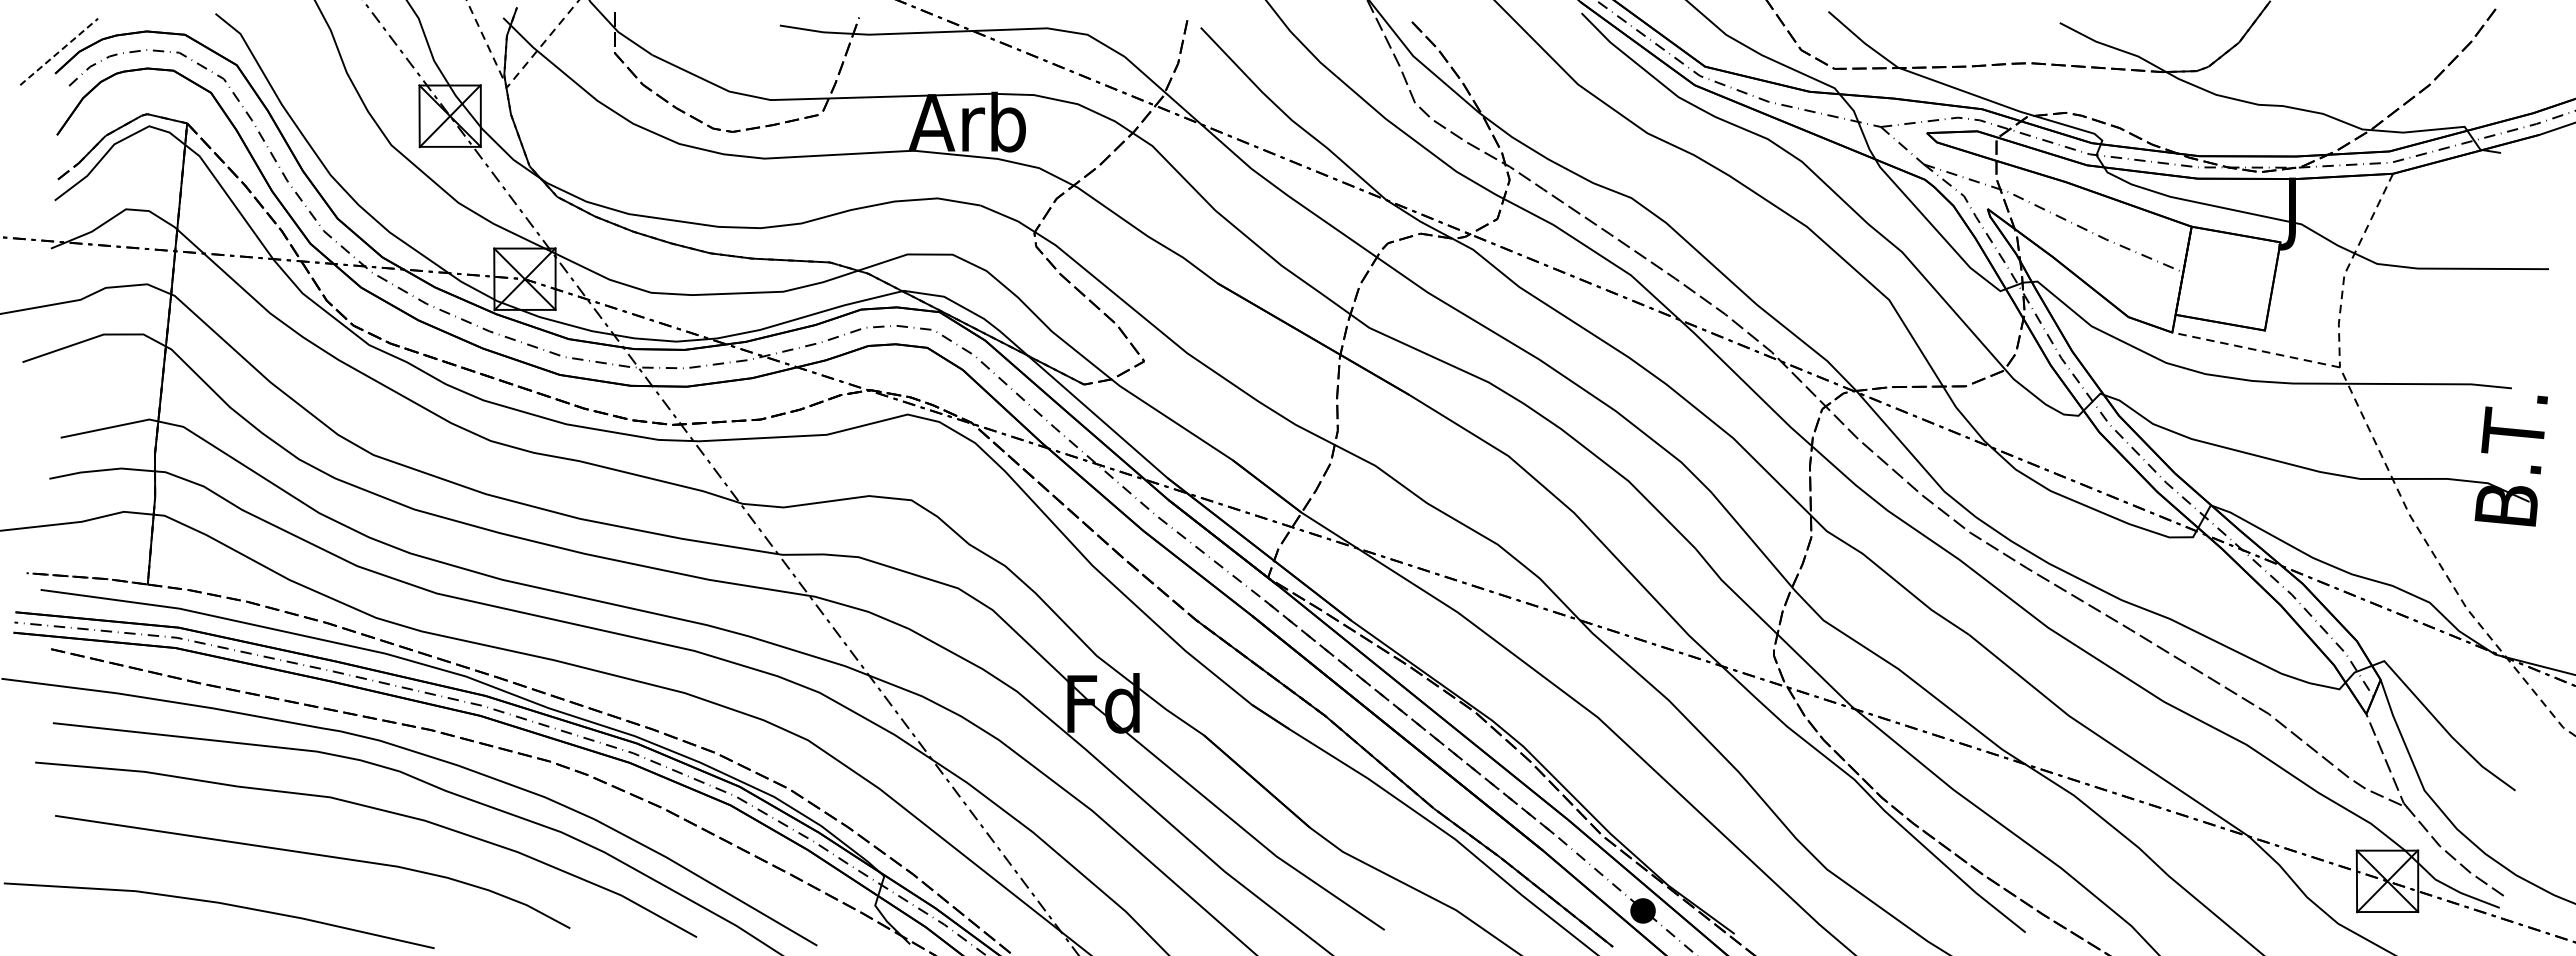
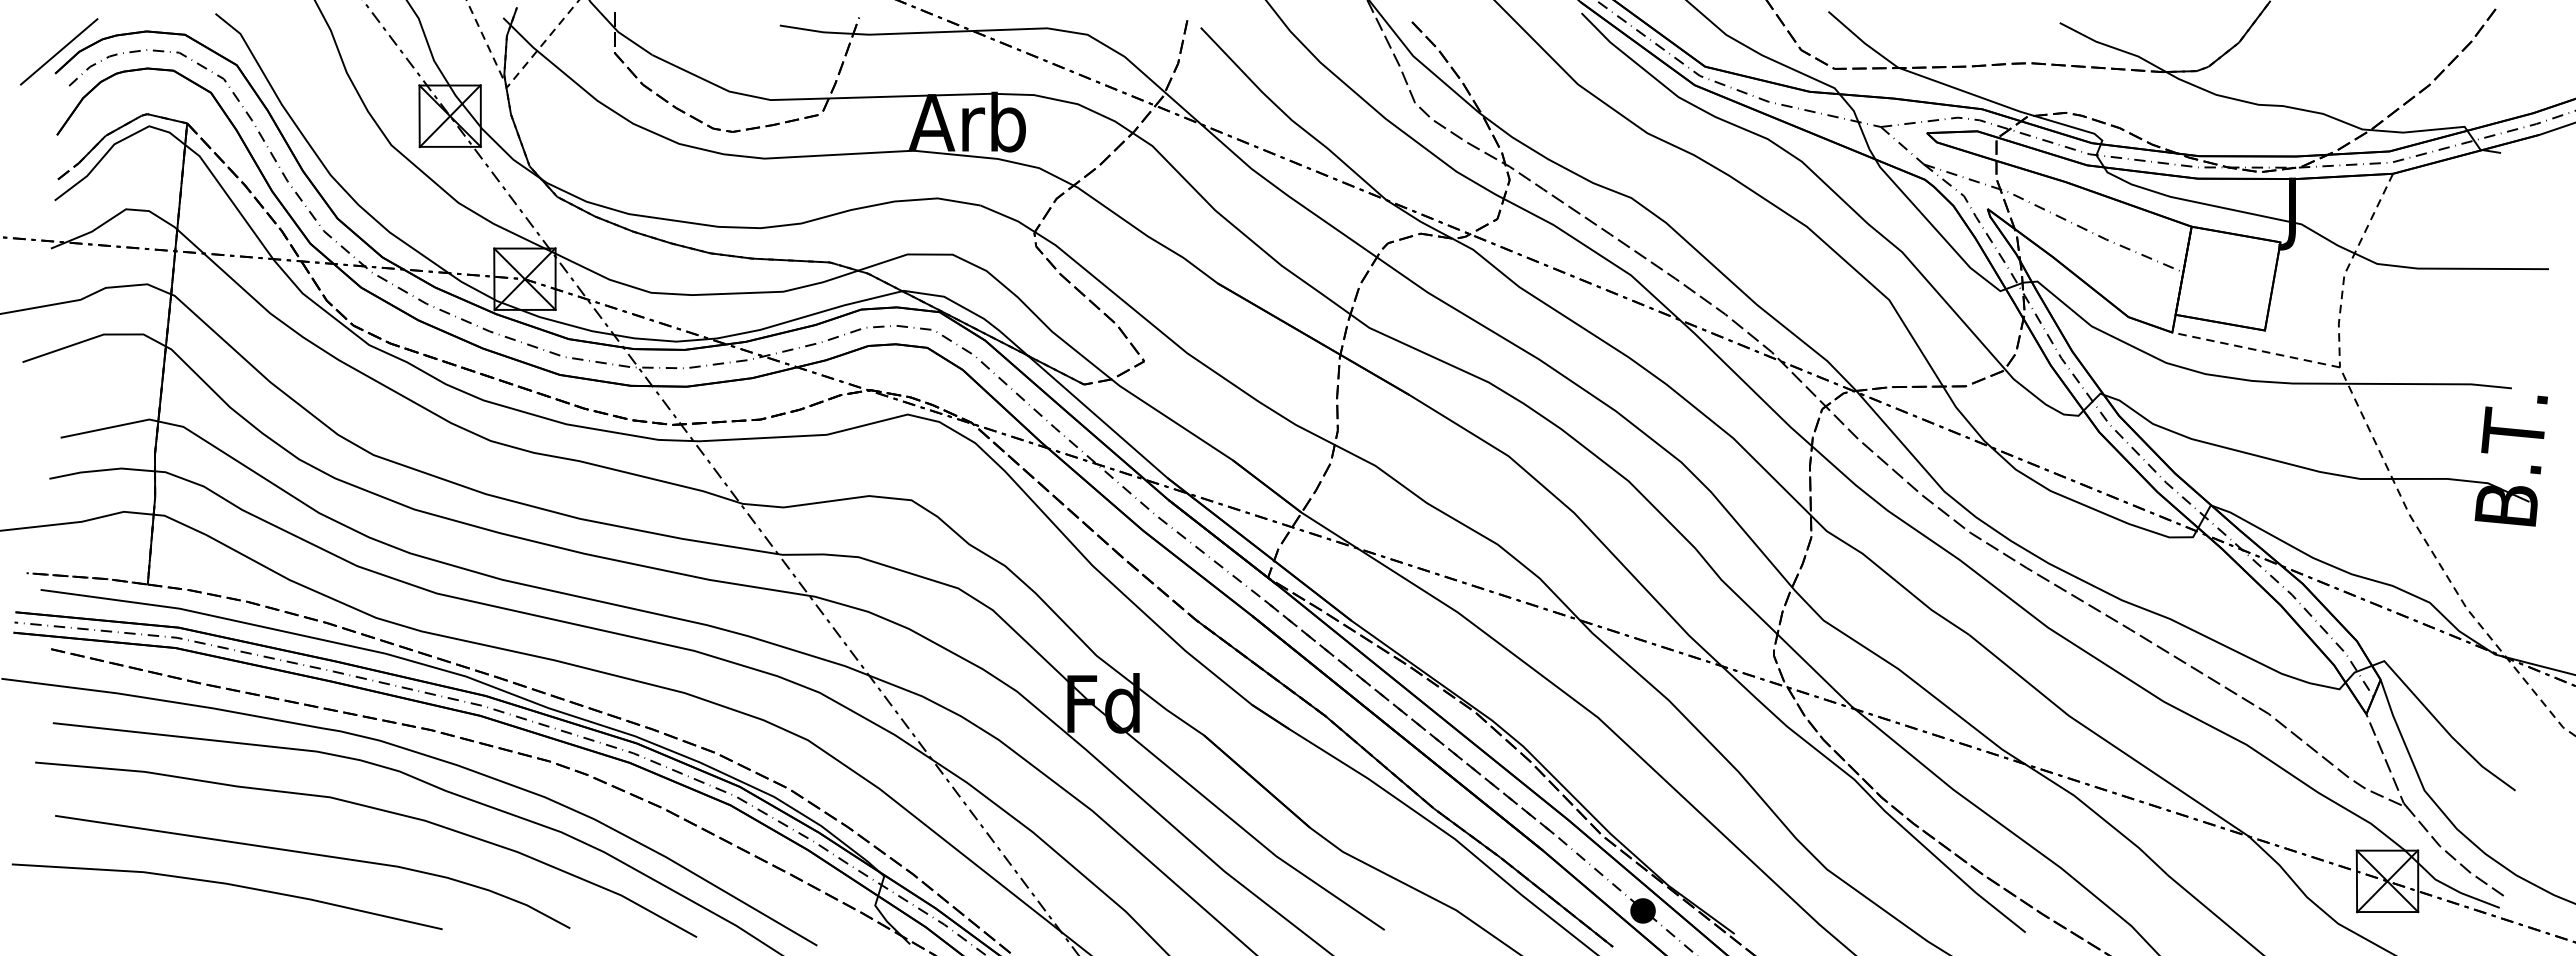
line at (59, 51): dashed -> solid
line at (221, 904) position: (221, 904) -> (229, 885)
